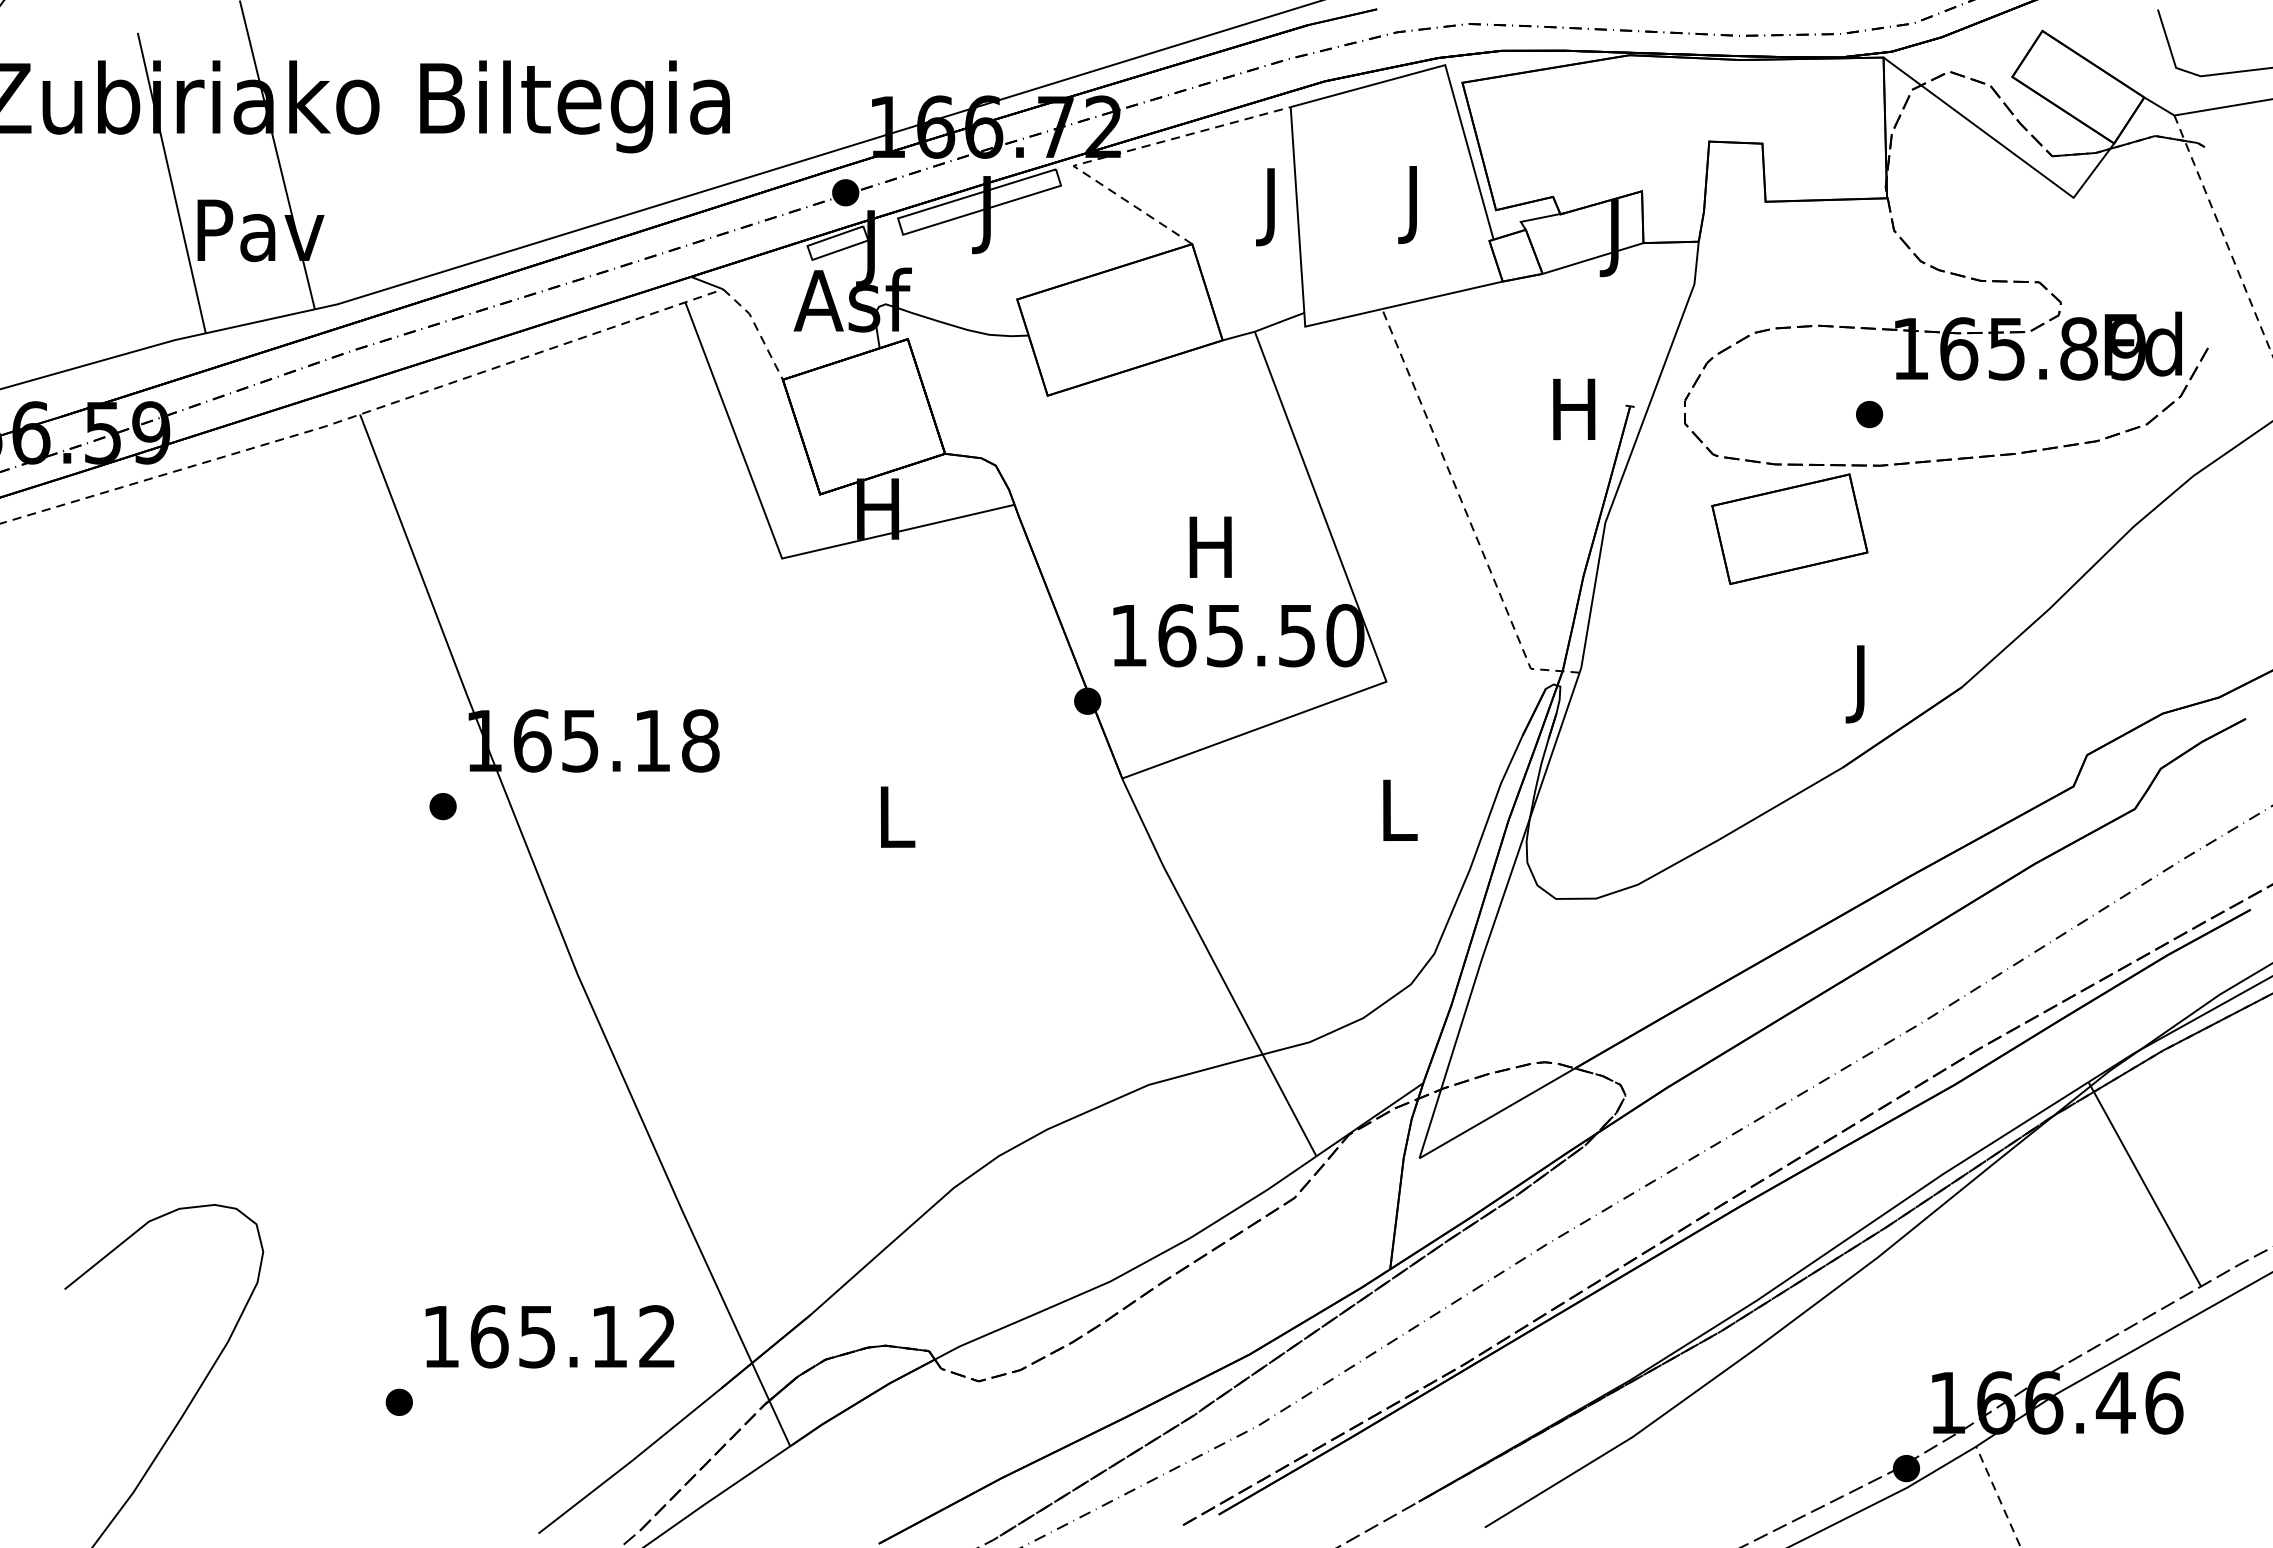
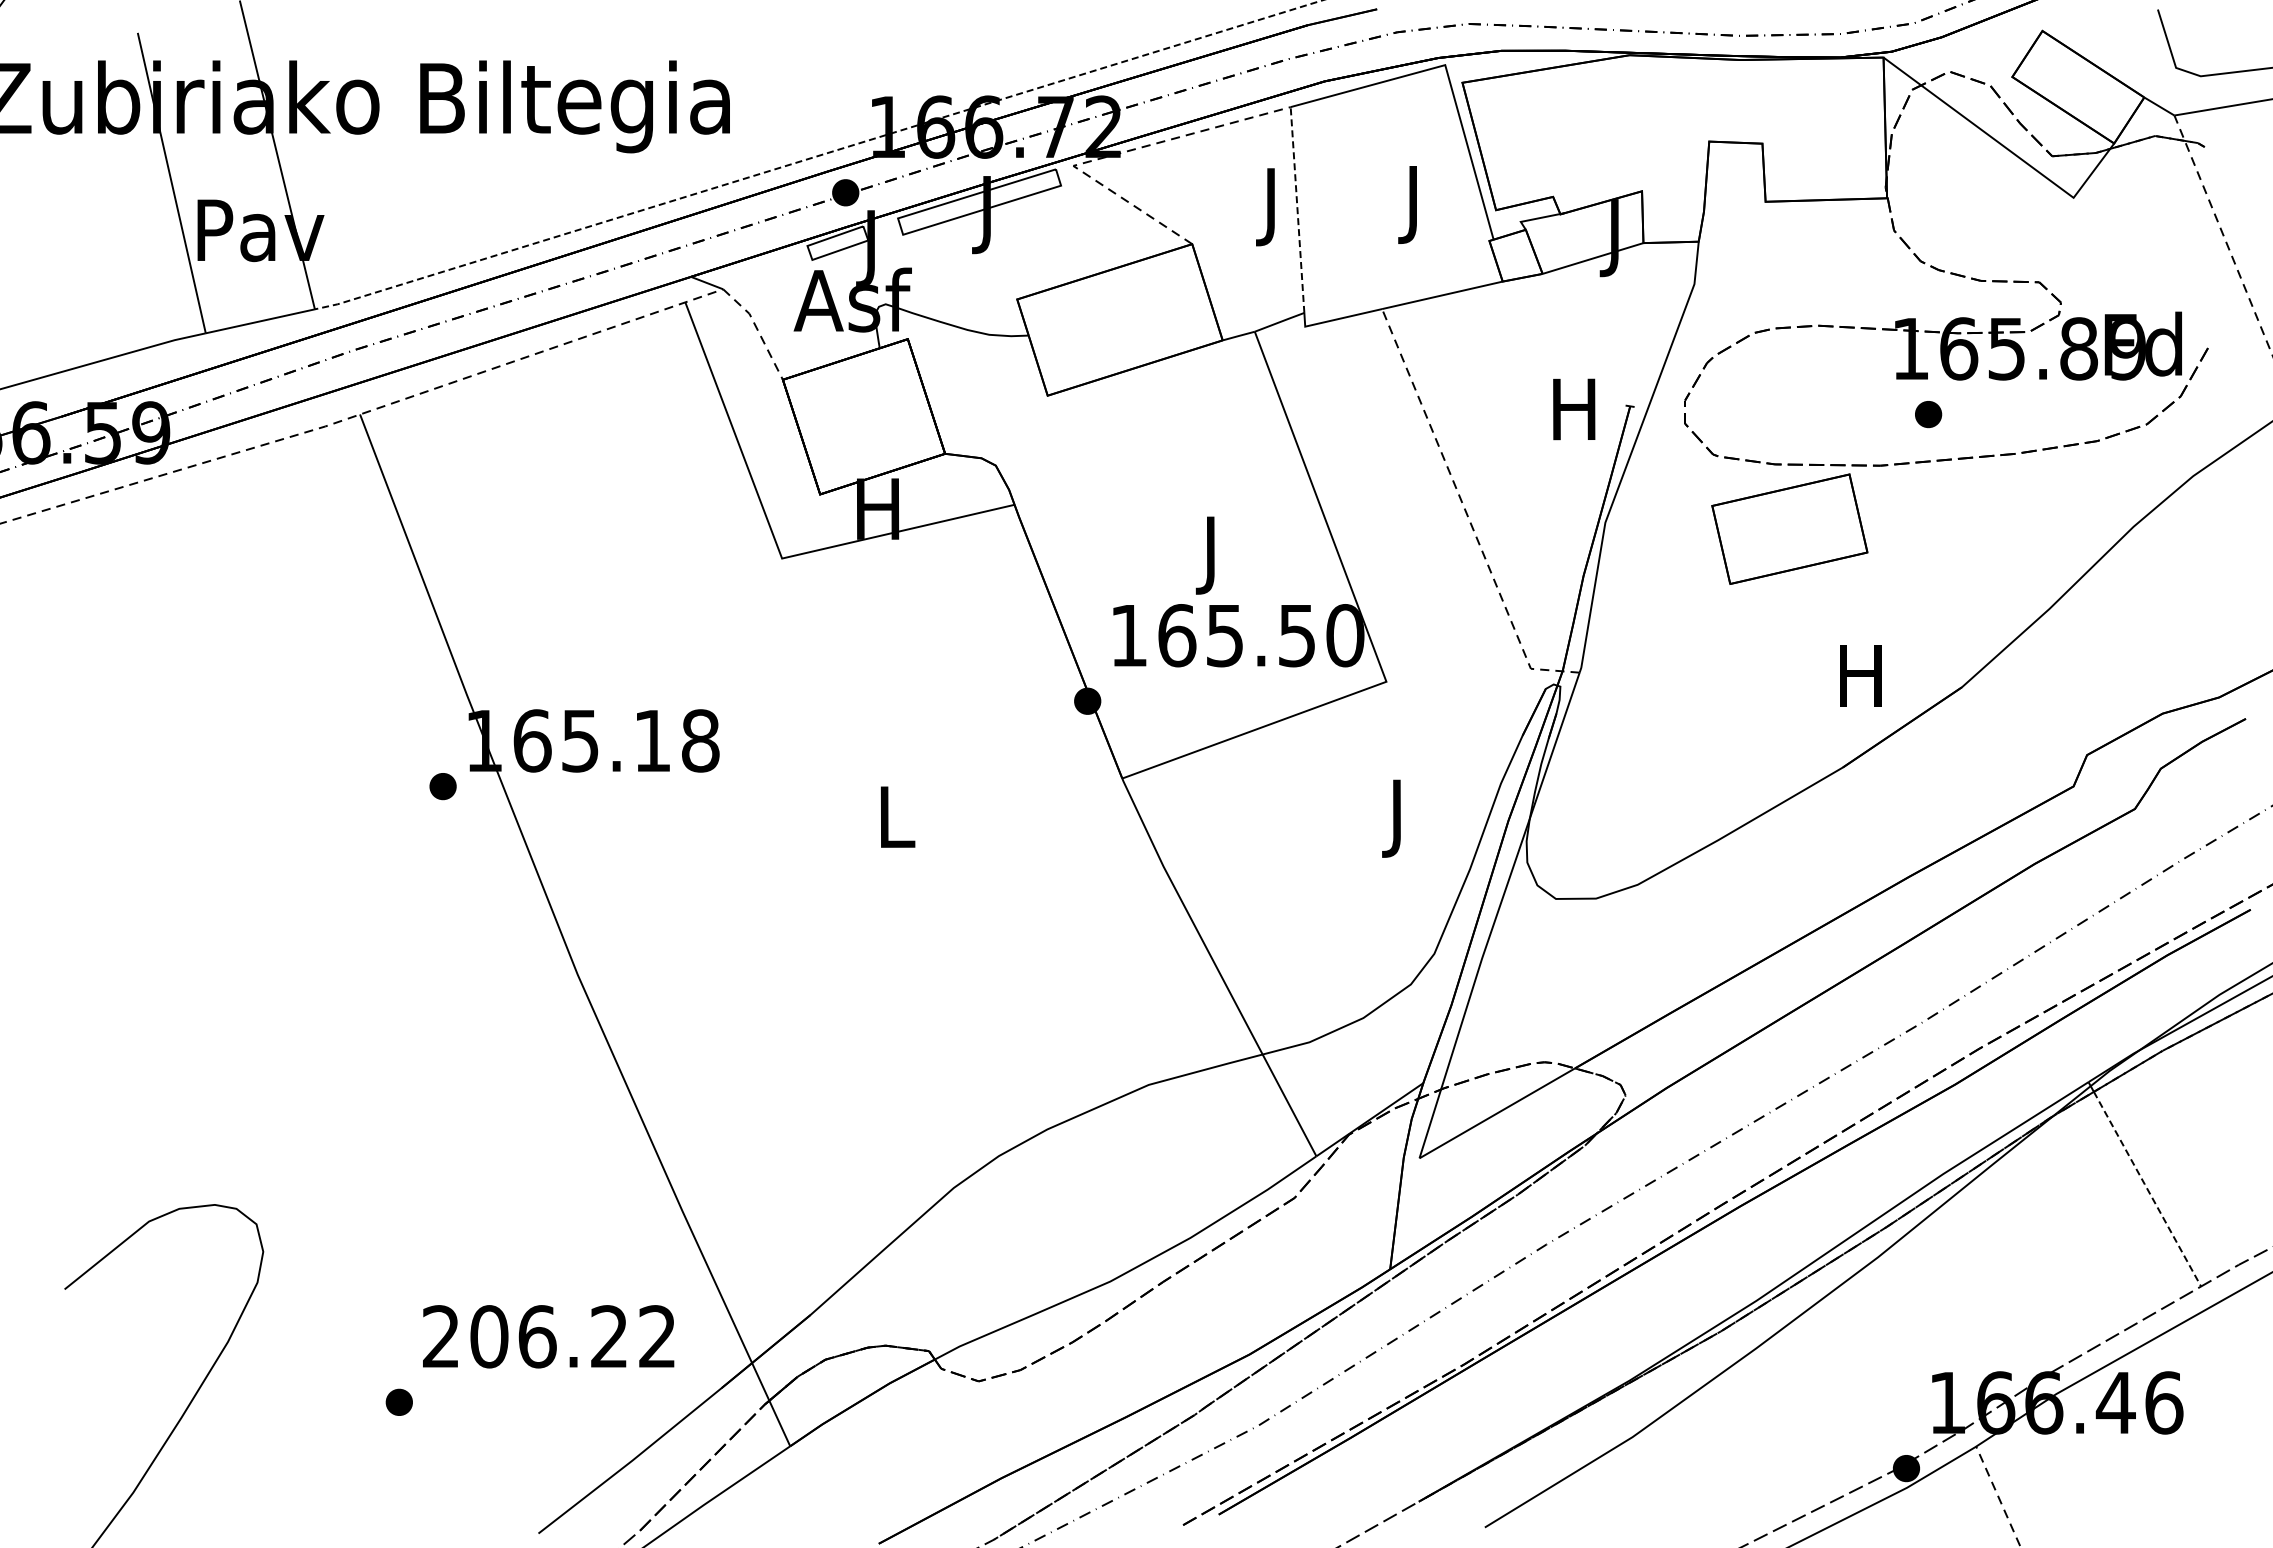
line at (817, 156): solid -> dashed
line at (1297, 209): solid -> dashed
part at (1869, 414) position: (1869, 414) -> (1928, 414)
text at (1210, 555): H -> J
text at (1860, 684): J -> H
part at (442, 806) position: (442, 806) -> (442, 786)
text at (1399, 818): L -> J
line at (2147, 1188): solid -> dashed
text at (524, 1336): 165.12 -> 206.22
